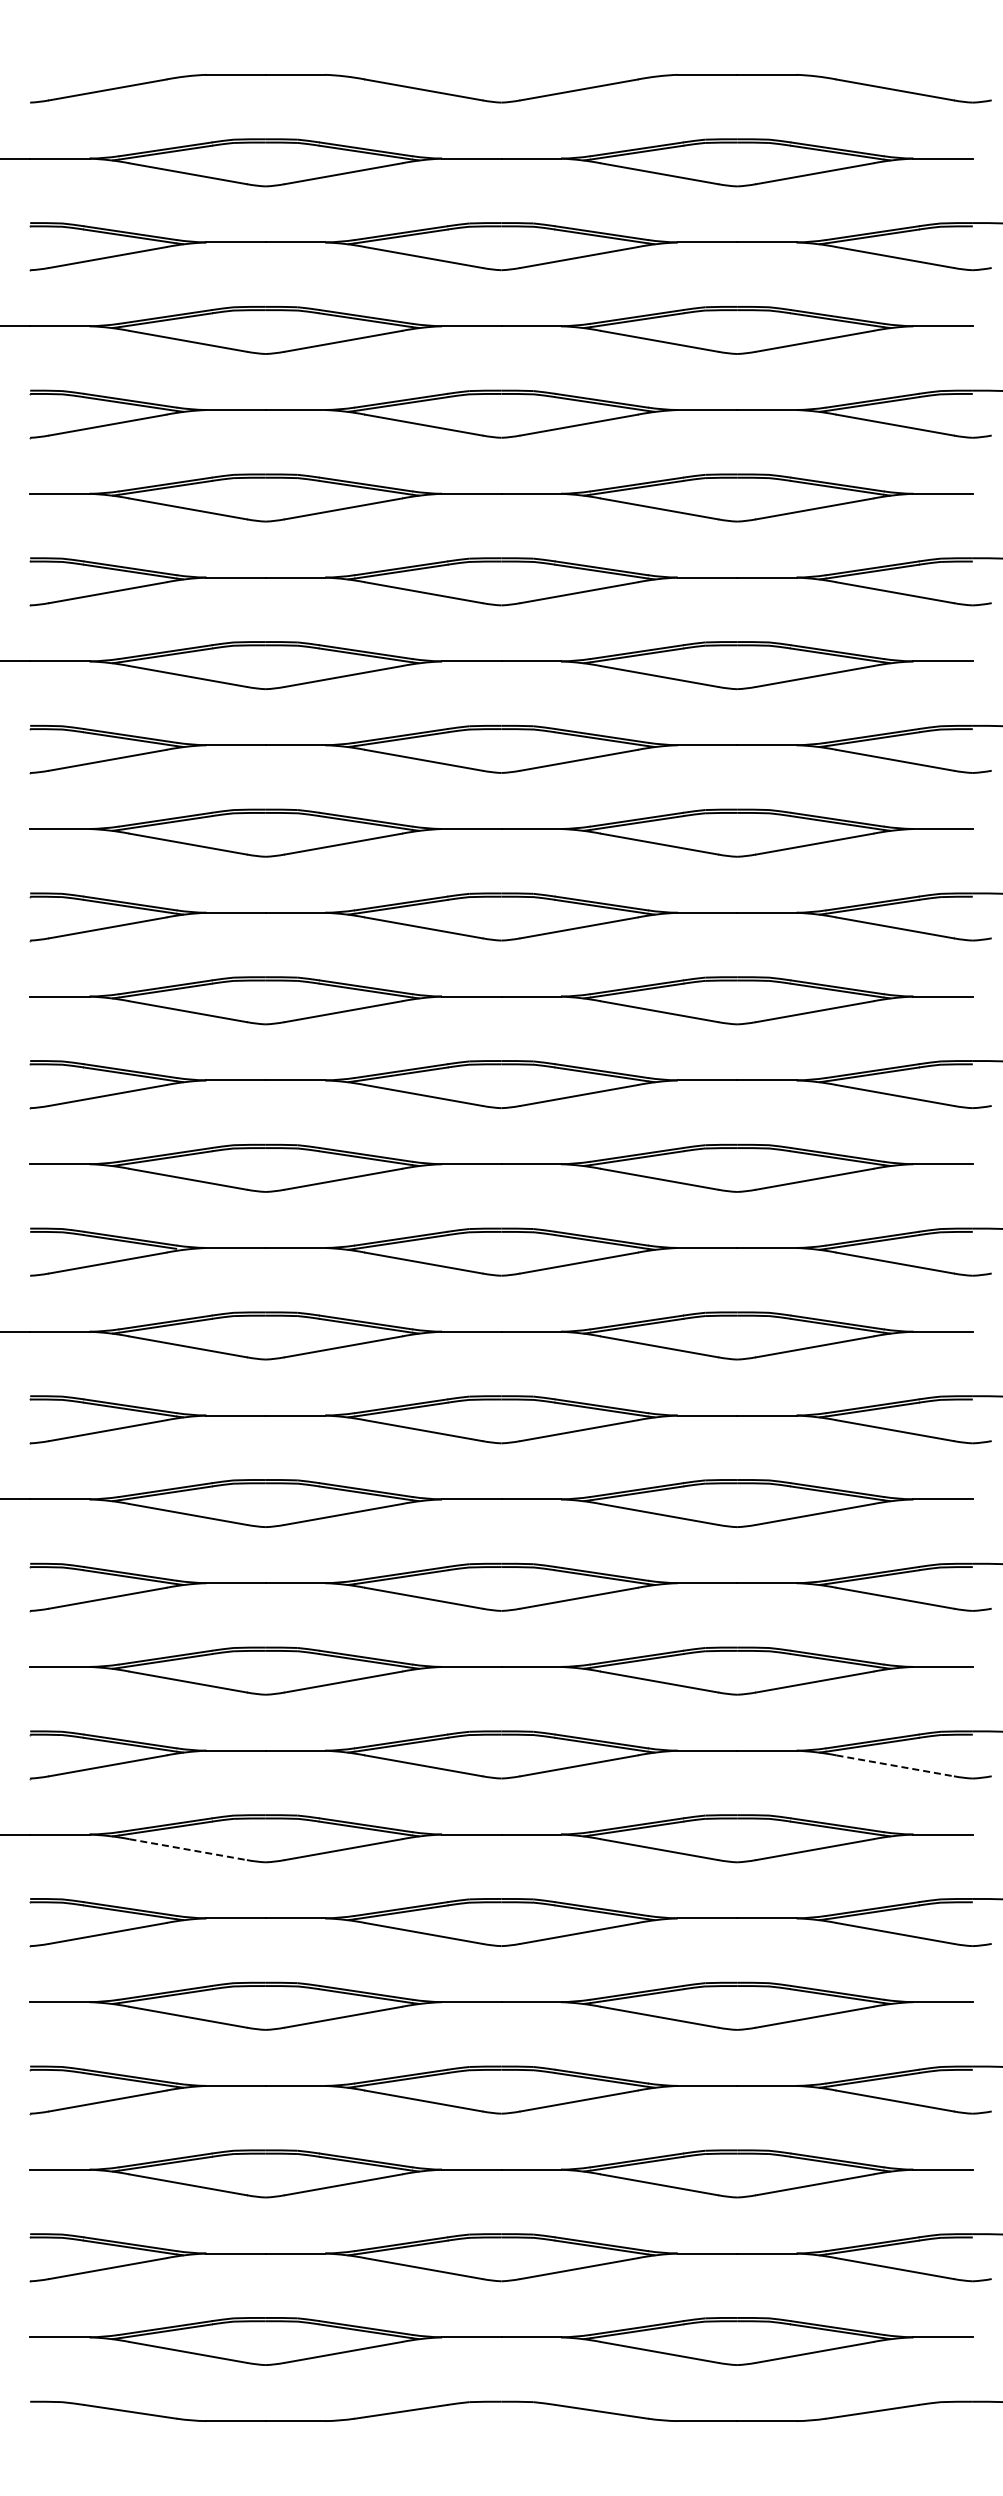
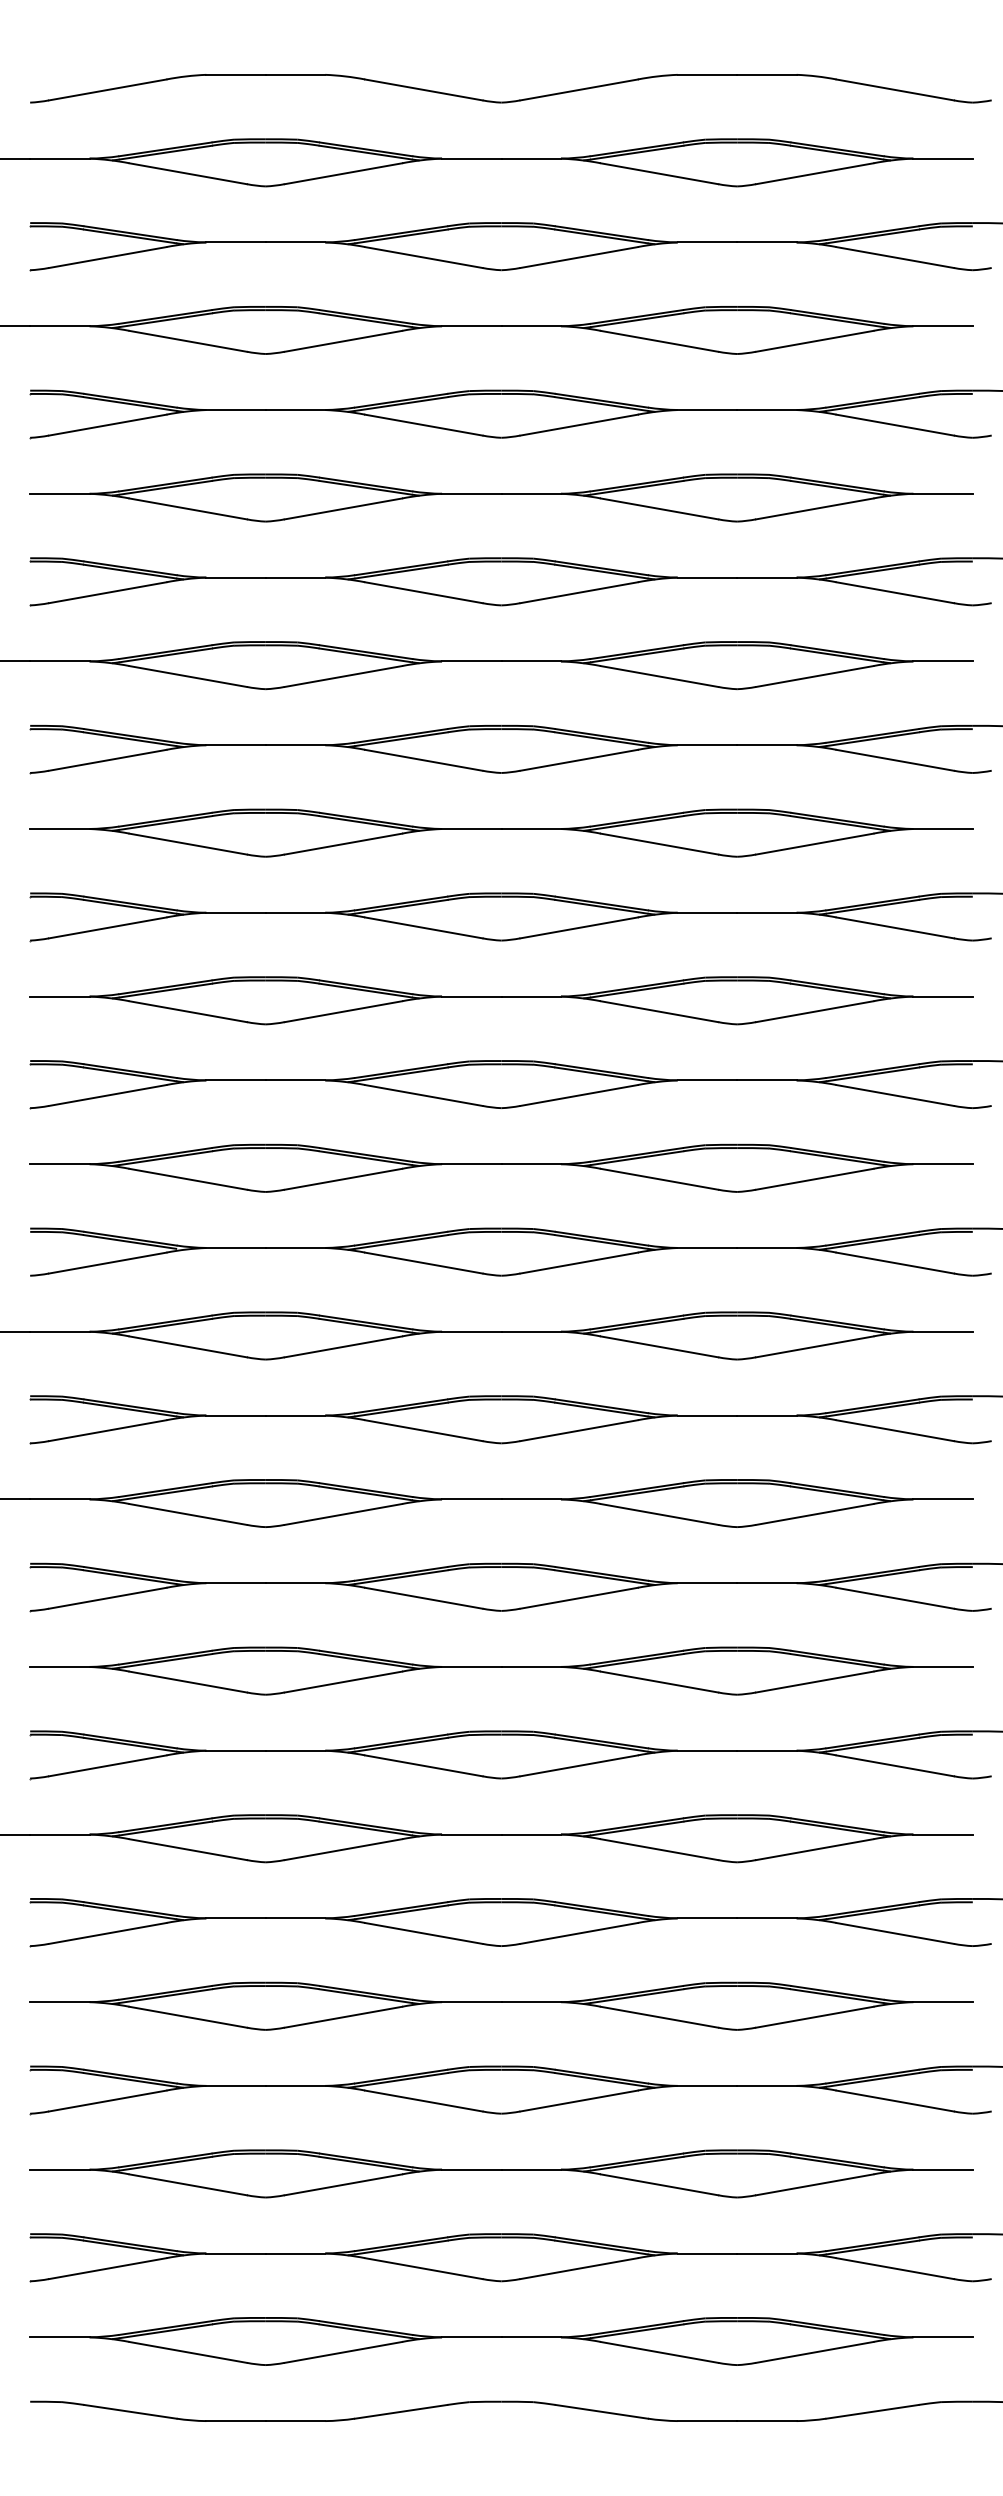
line at (895, 1765): dashed -> solid
line at (188, 1849): dashed -> solid
